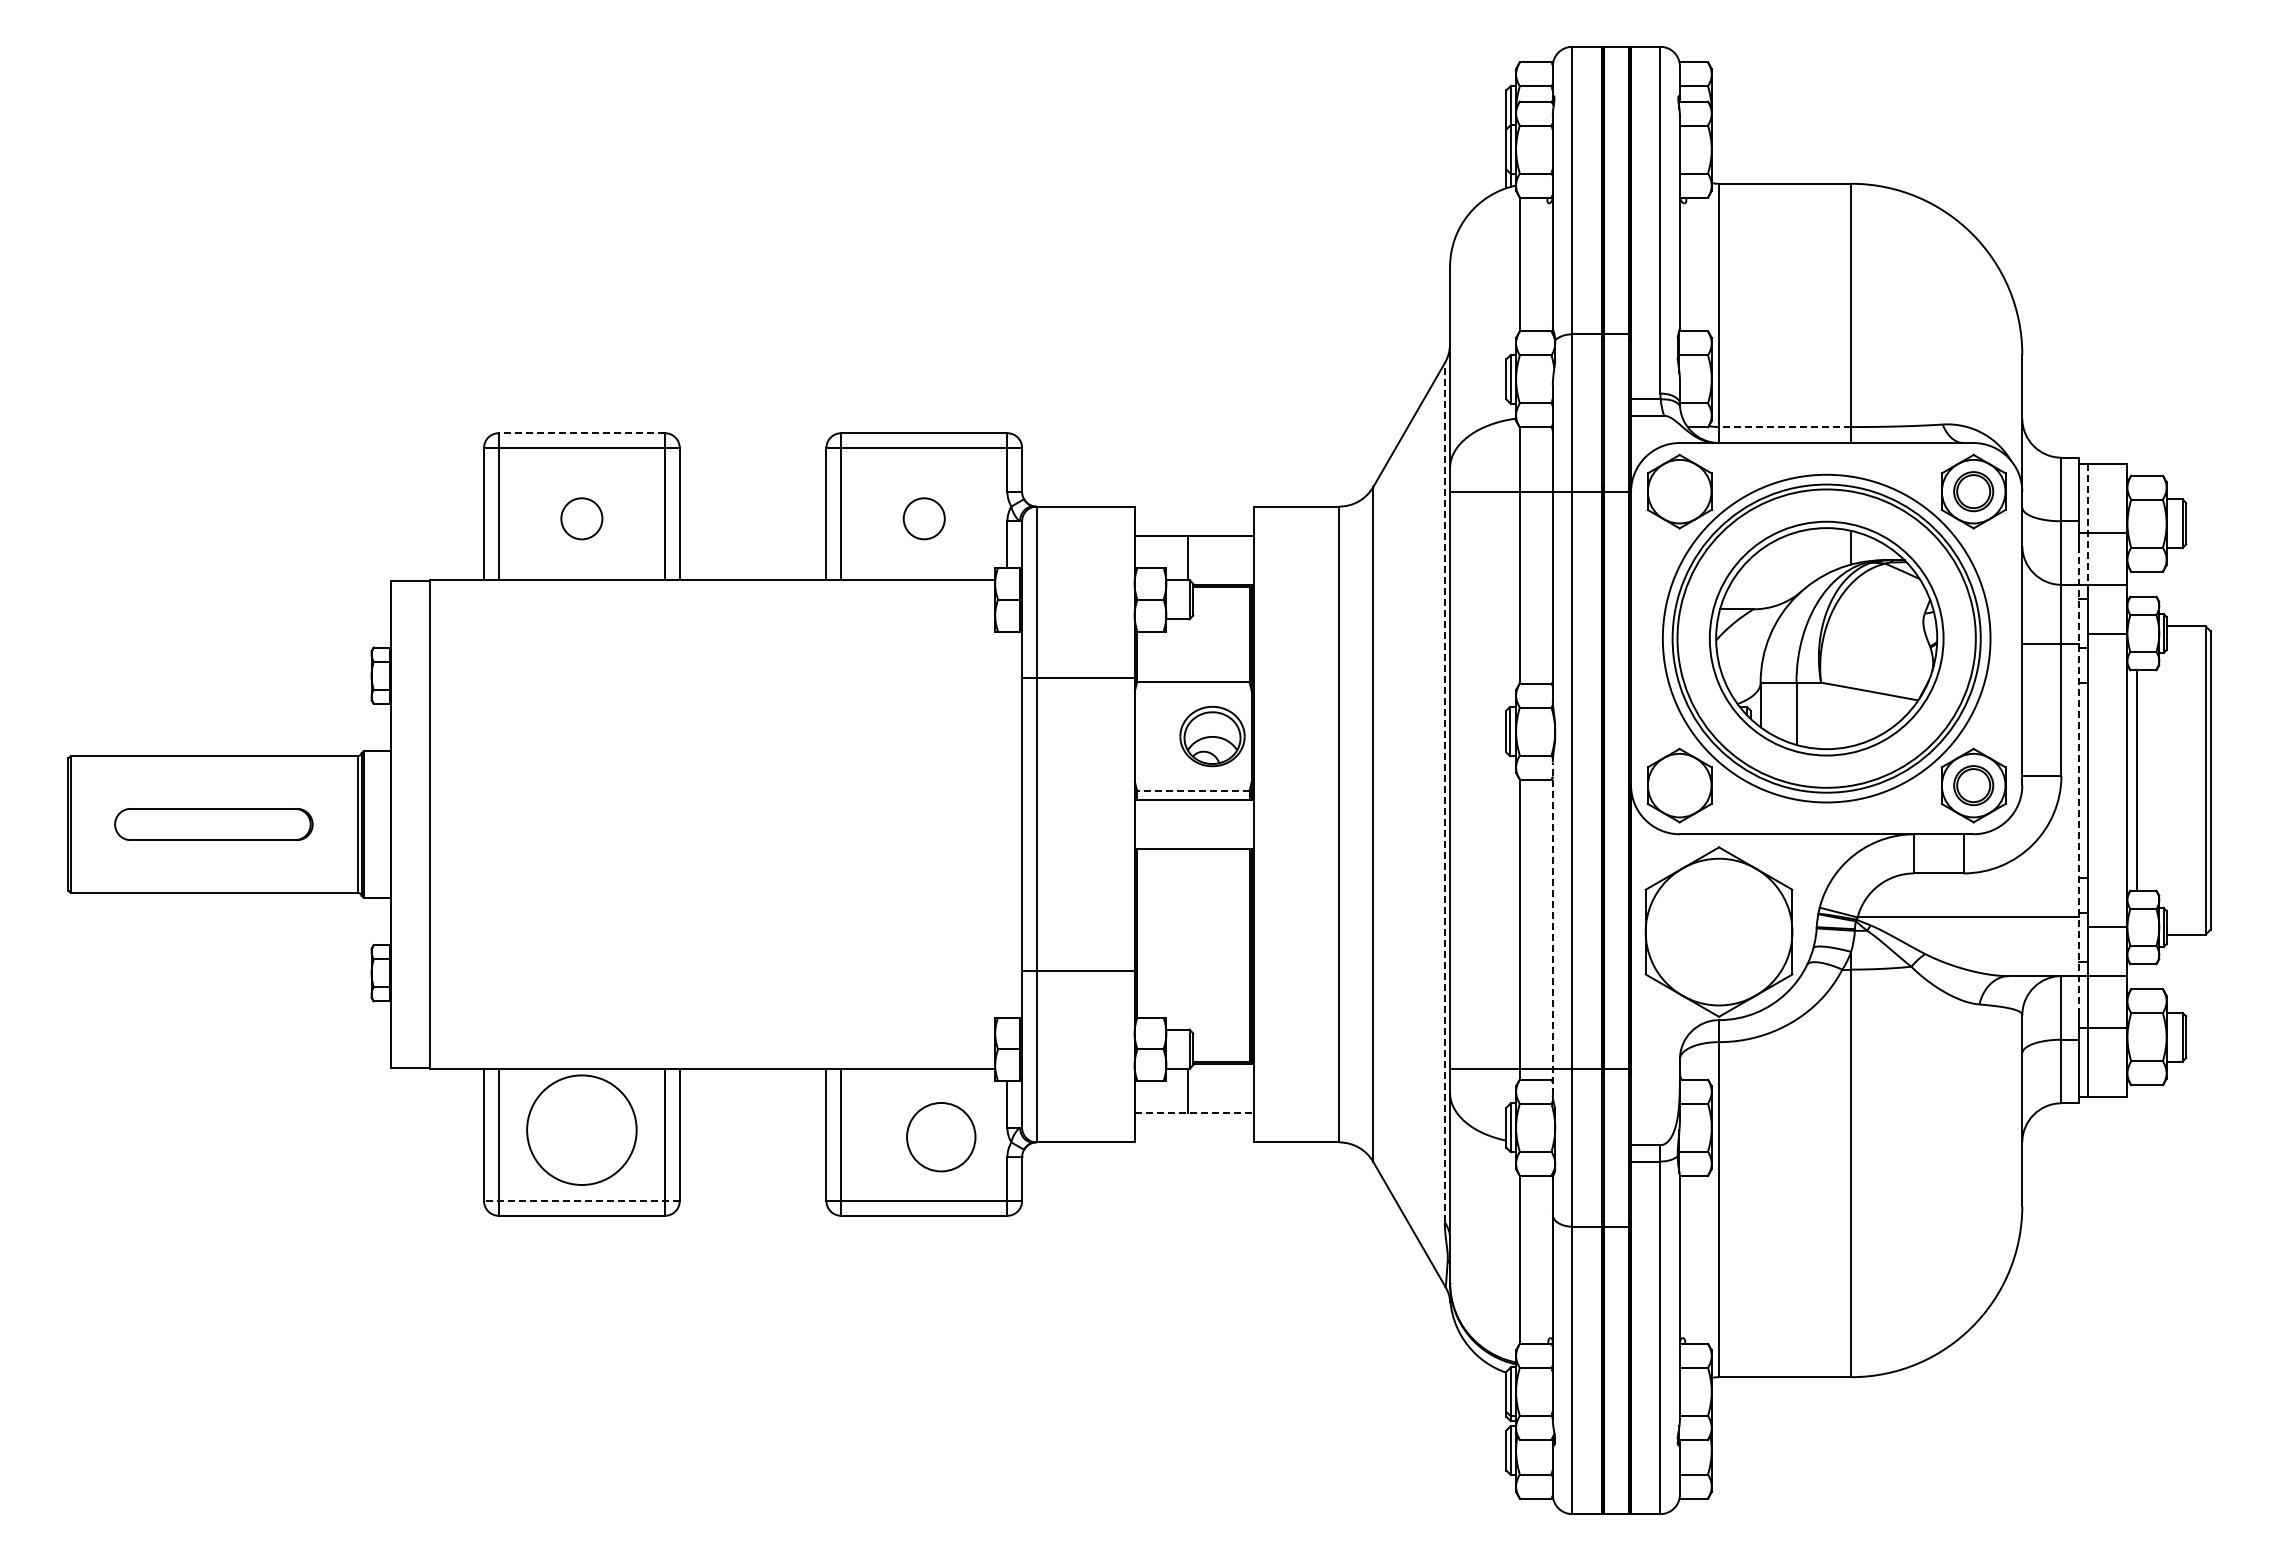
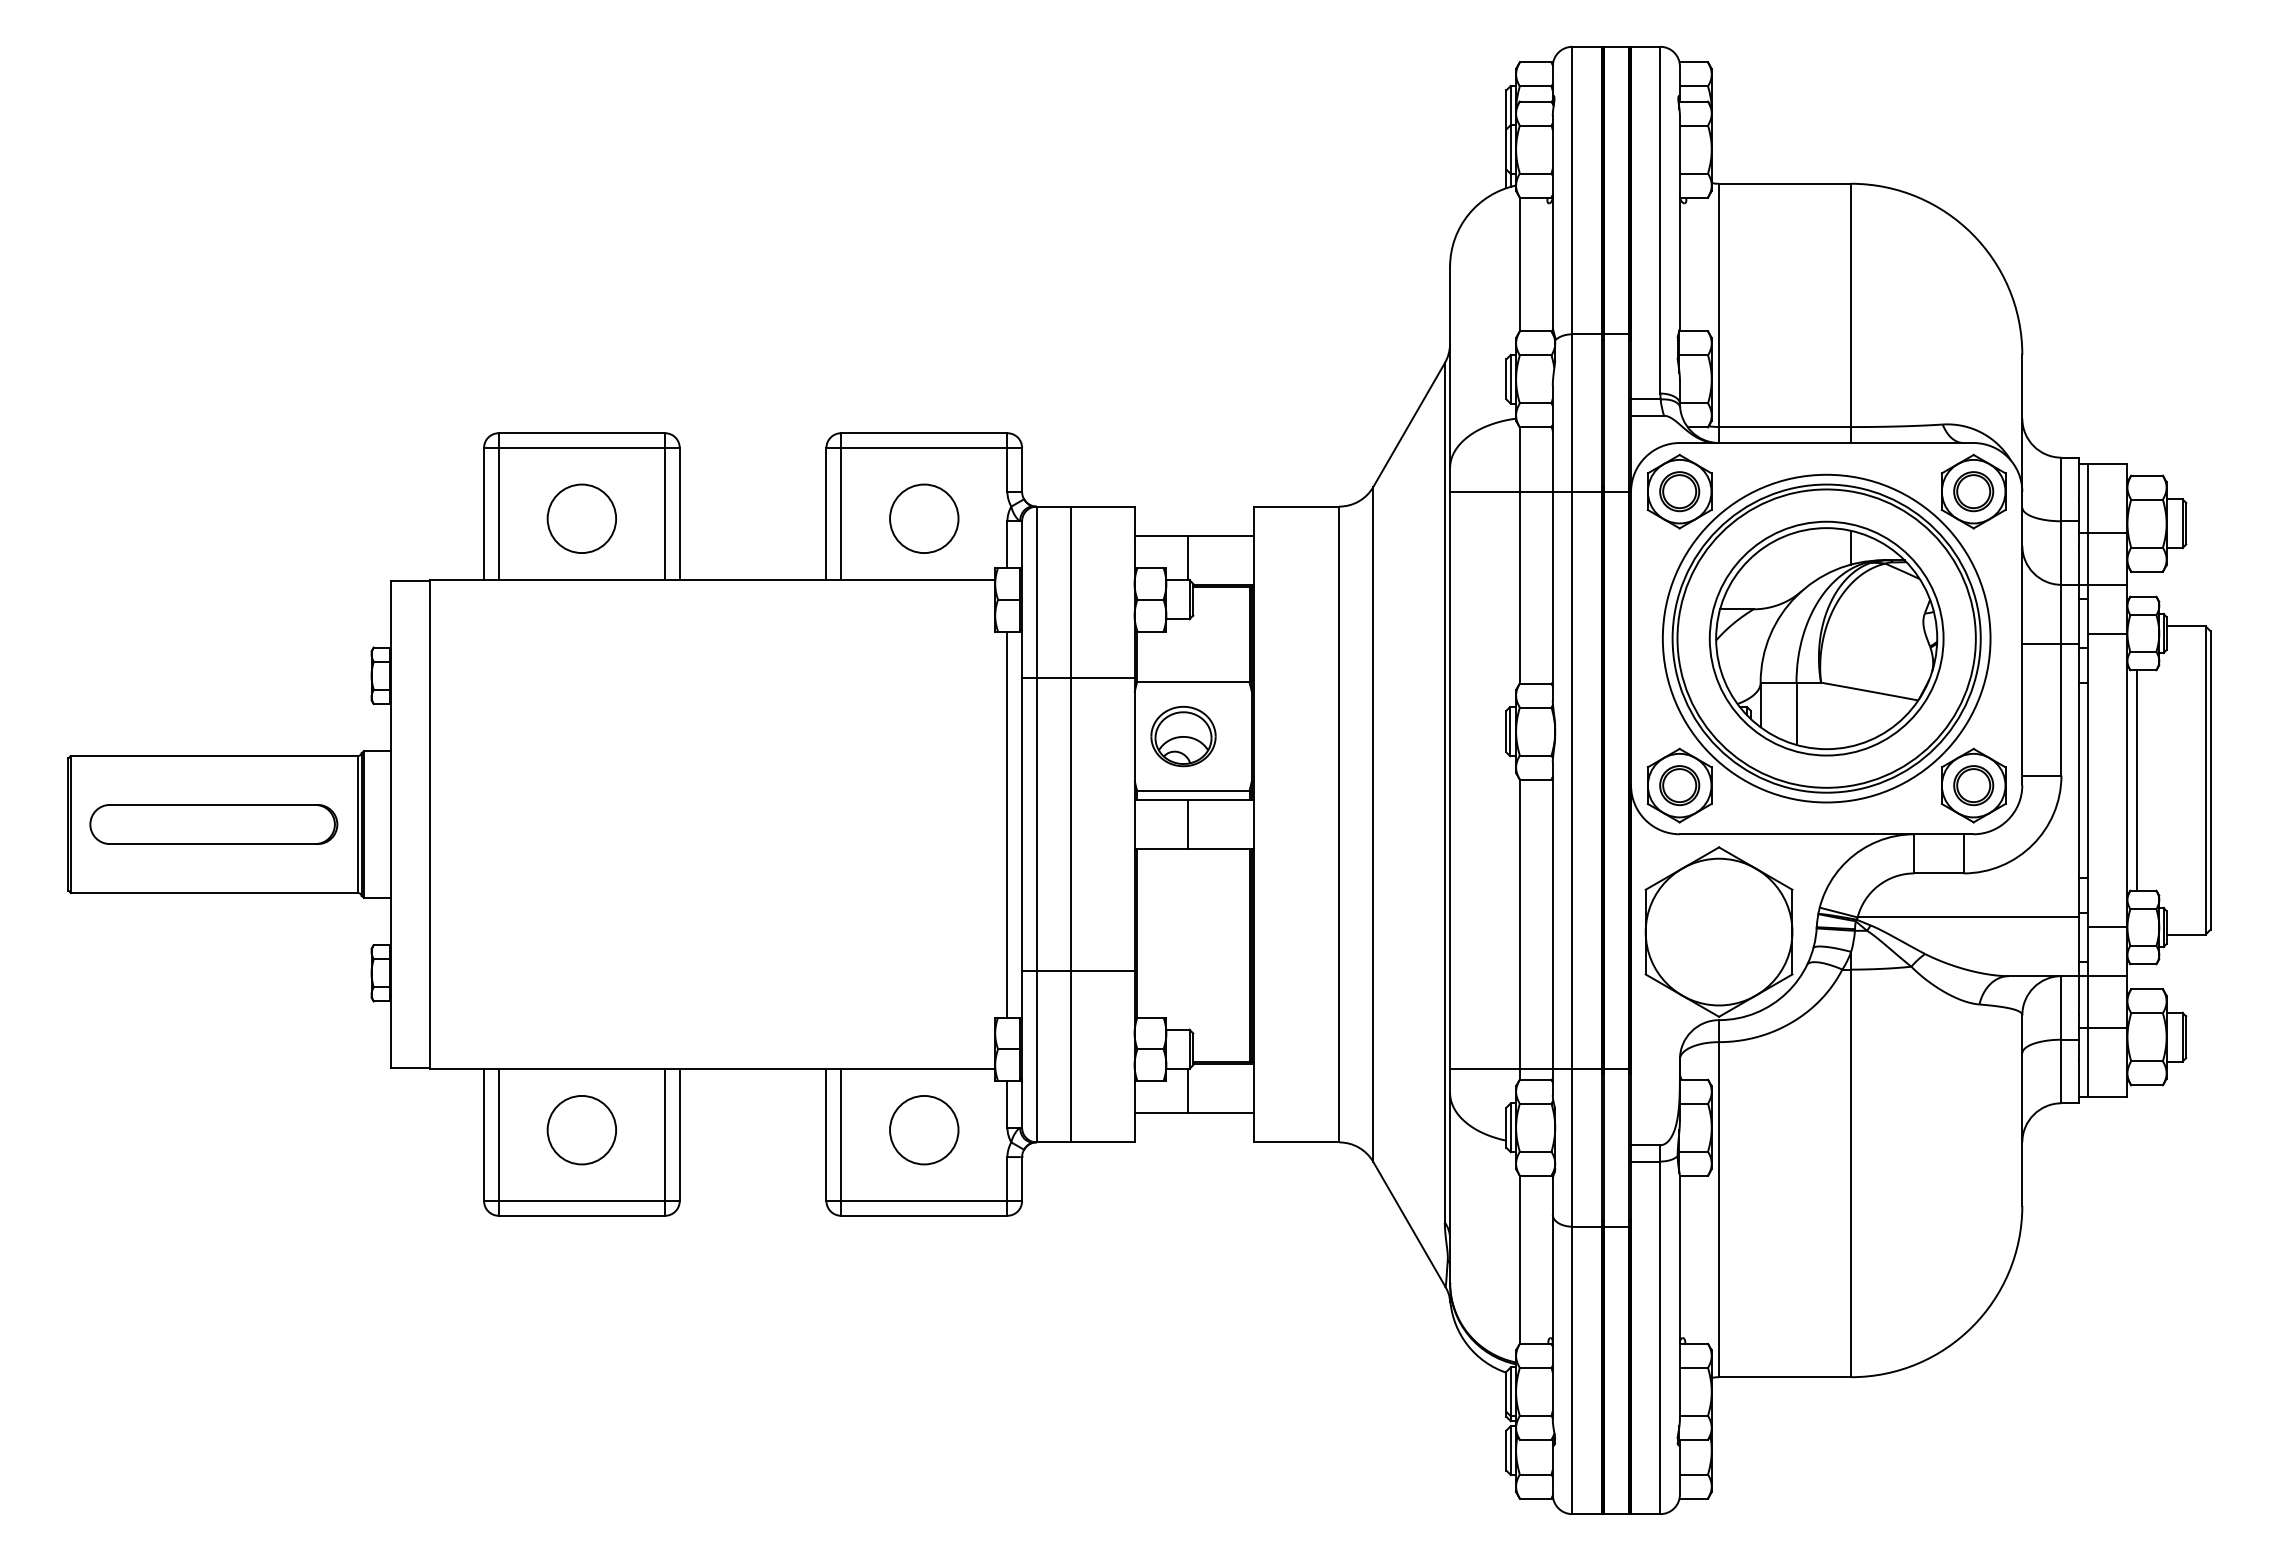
line at (1784, 427): dashed -> solid
line at (581, 433): dashed -> solid
part at (1679, 491): none -> present
circle at (581, 518) diameter: 41 px -> 68 px
circle at (923, 518) diameter: 41 px -> 68 px
line at (2088, 524): dashed -> solid
part at (1212, 736) position: (1212, 736) -> (1183, 736)
line at (2078, 780): dashed -> solid
part at (1679, 785): none -> present
line at (1192, 790): dashed -> solid
line at (1444, 792): dashed -> solid
part at (213, 824) size: 200x33 px -> 250x41 px
line at (1007, 824): none -> present
line at (1071, 824): none -> present
line at (1188, 824): none -> present
line at (1552, 928): dashed -> solid
line at (1194, 1113): dashed -> solid
circle at (581, 1129) diameter: 110 px -> 68 px
circle at (941, 1137) position: (941, 1137) -> (924, 1130)
line at (581, 1201): dashed -> solid
